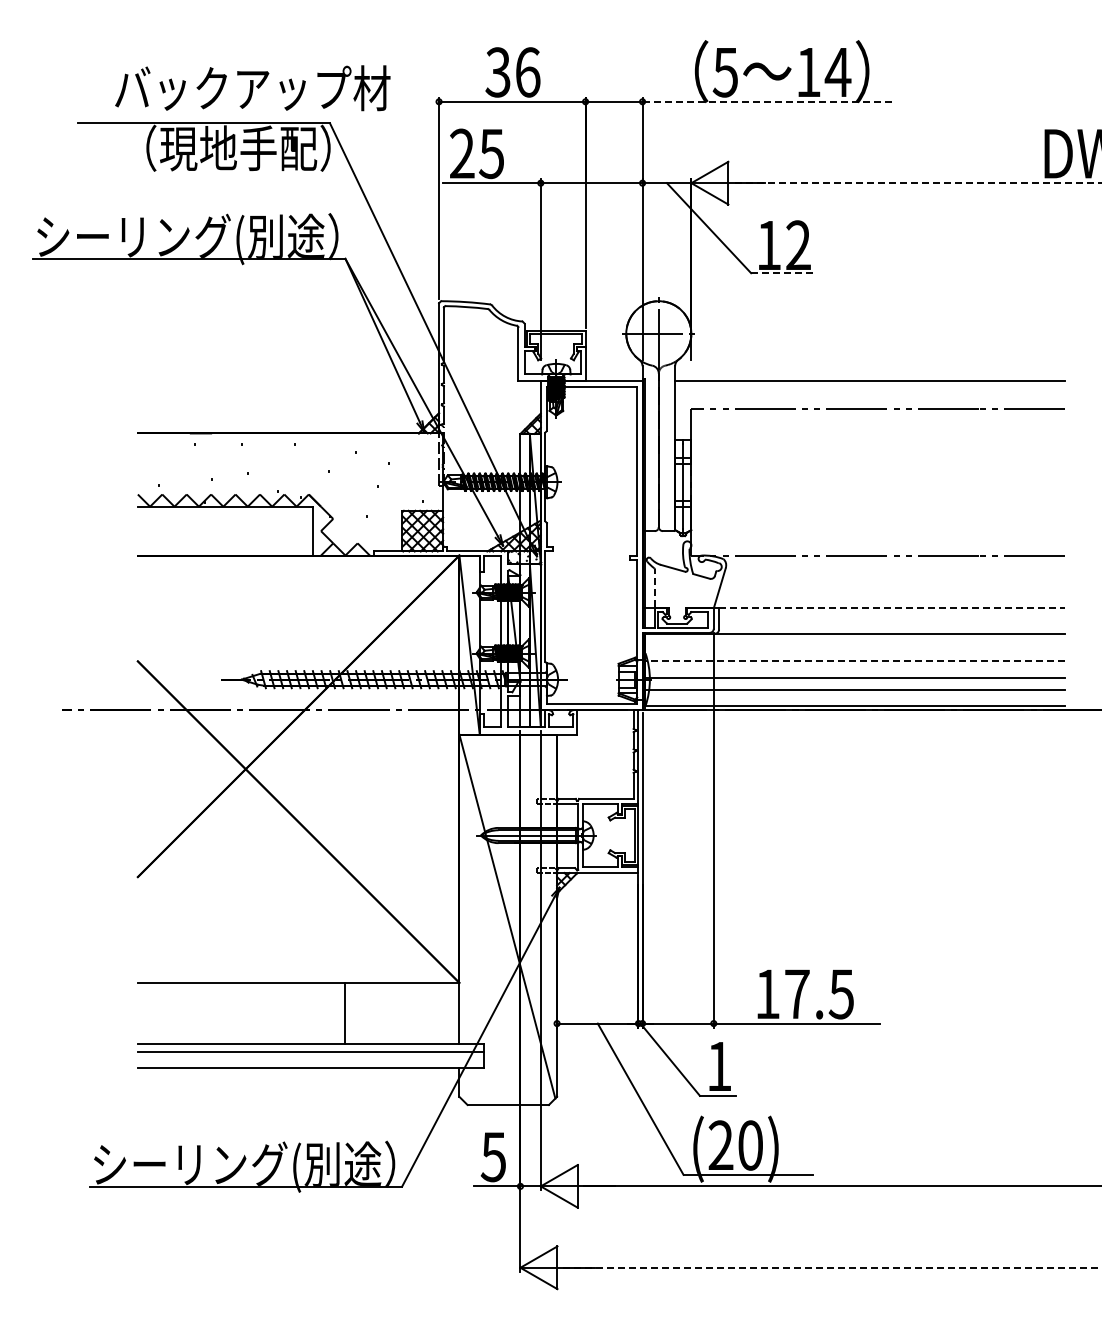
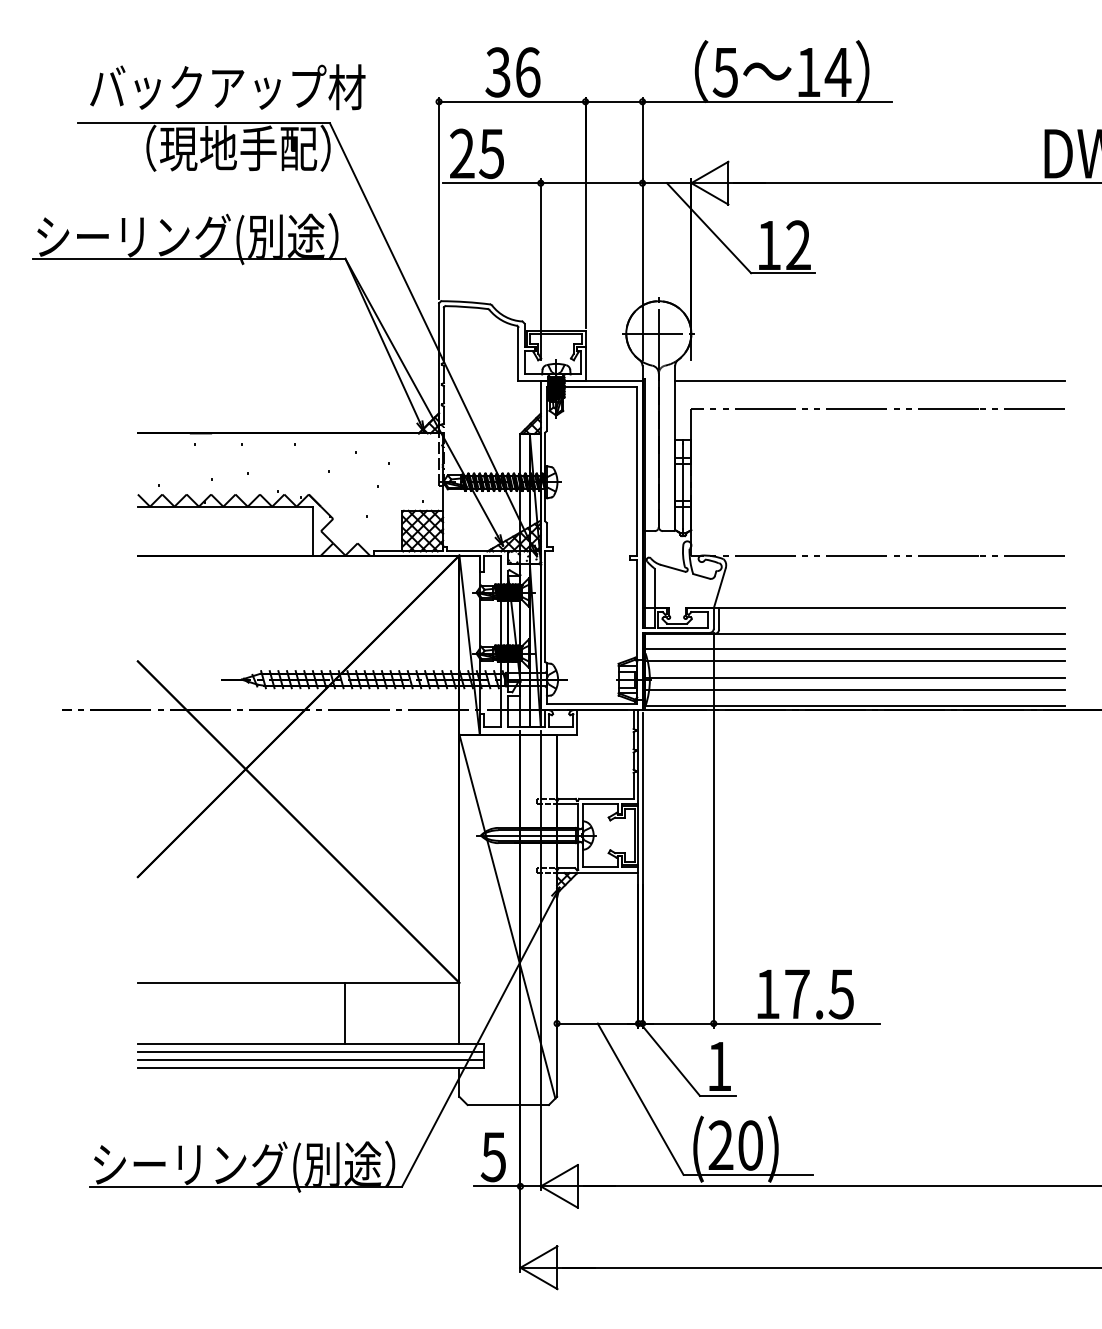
text at (252, 88) position: (252, 88) -> (227, 87)
line at (767, 101): dashed -> solid
line at (918, 183): dashed -> solid
line at (783, 273): dashed -> solid
line at (654, 587): dashed -> solid
line at (892, 608): dashed -> solid
line at (854, 649): none -> present
line at (854, 661): dashed -> solid
line at (310, 1060): none -> present
line at (832, 1267): dashed -> solid
